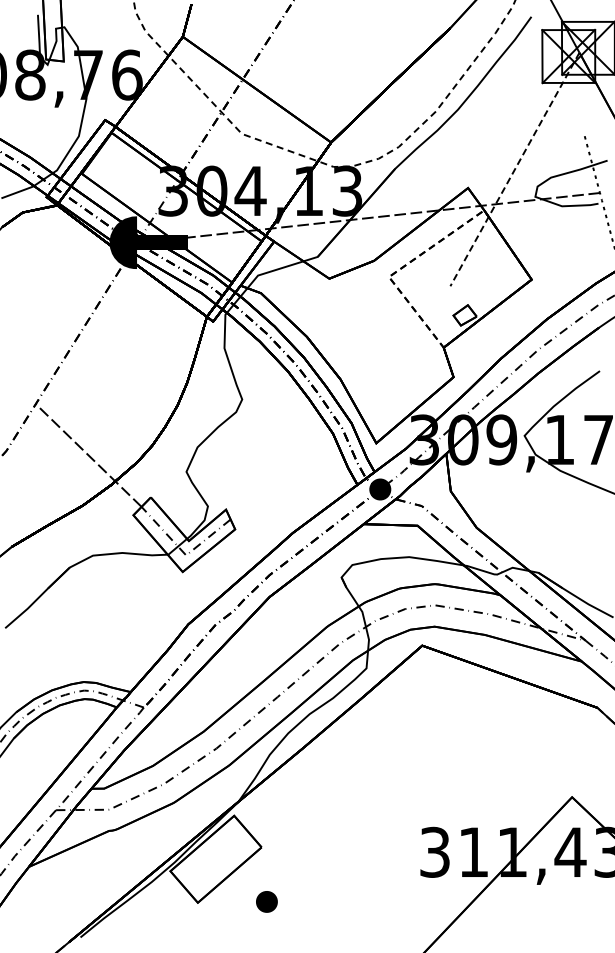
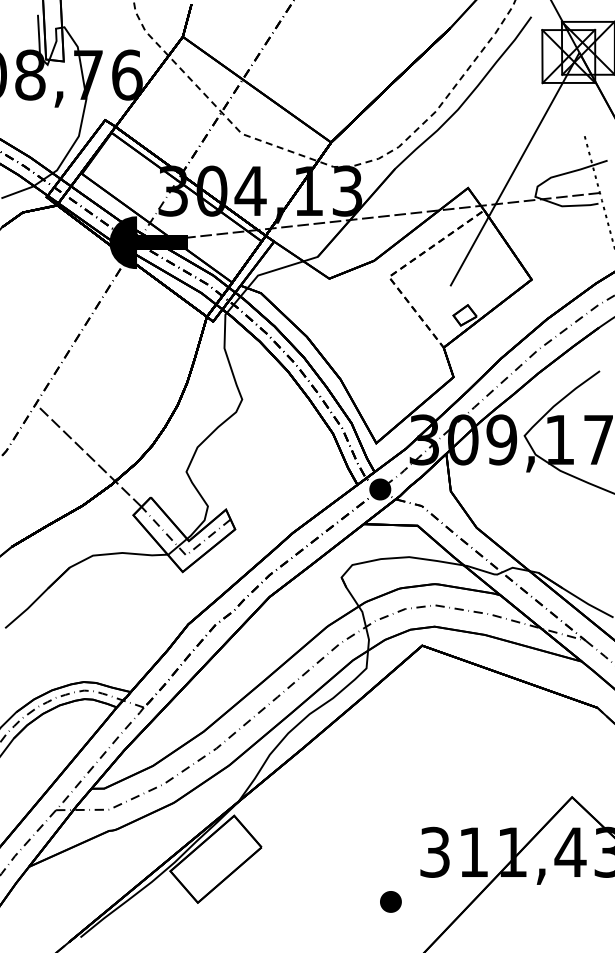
line at (514, 169): dashed -> solid
part at (266, 901) position: (266, 901) -> (390, 901)
